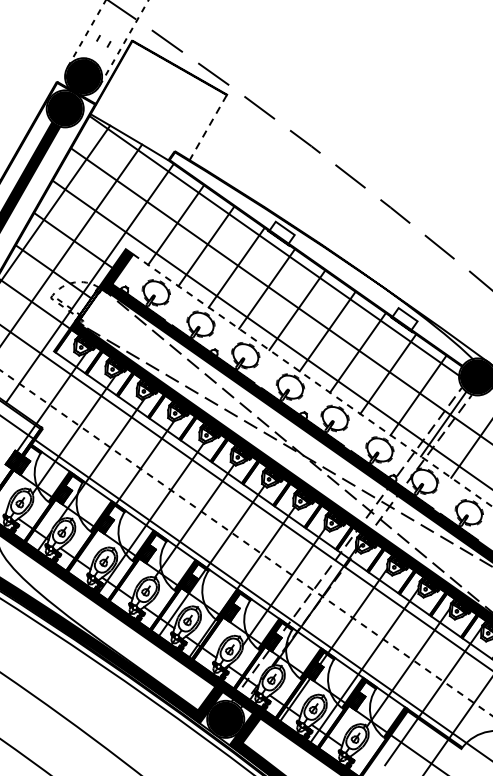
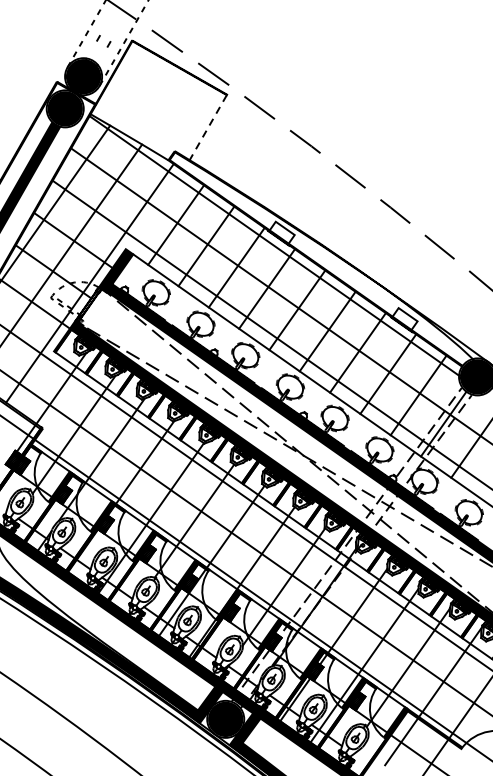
line at (313, 380): dashed -> solid
line at (246, 543): dashed -> solid
